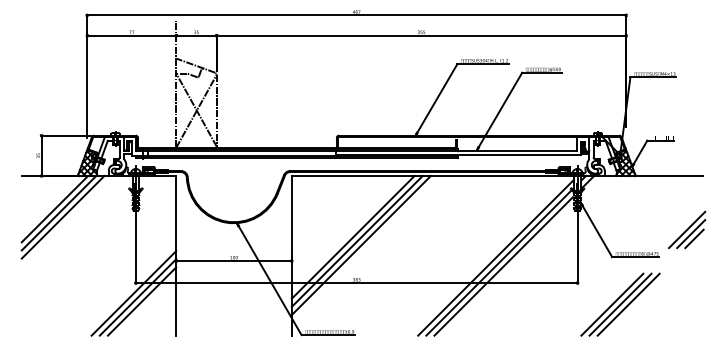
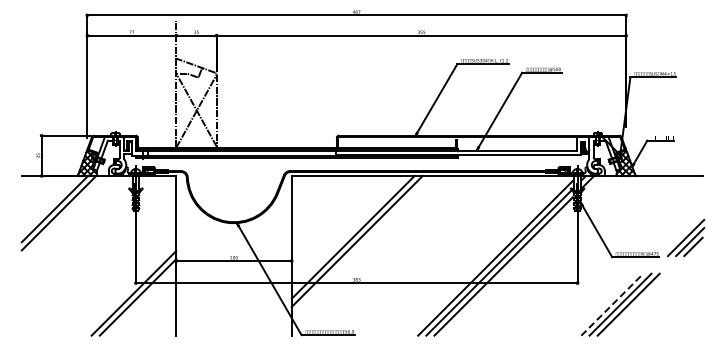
line at (62, 217): present -> none
part at (687, 229) position: (687, 229) -> (686, 237)
line at (360, 245): present -> none
line at (141, 301): present -> none
line at (612, 304): solid -> dashed
